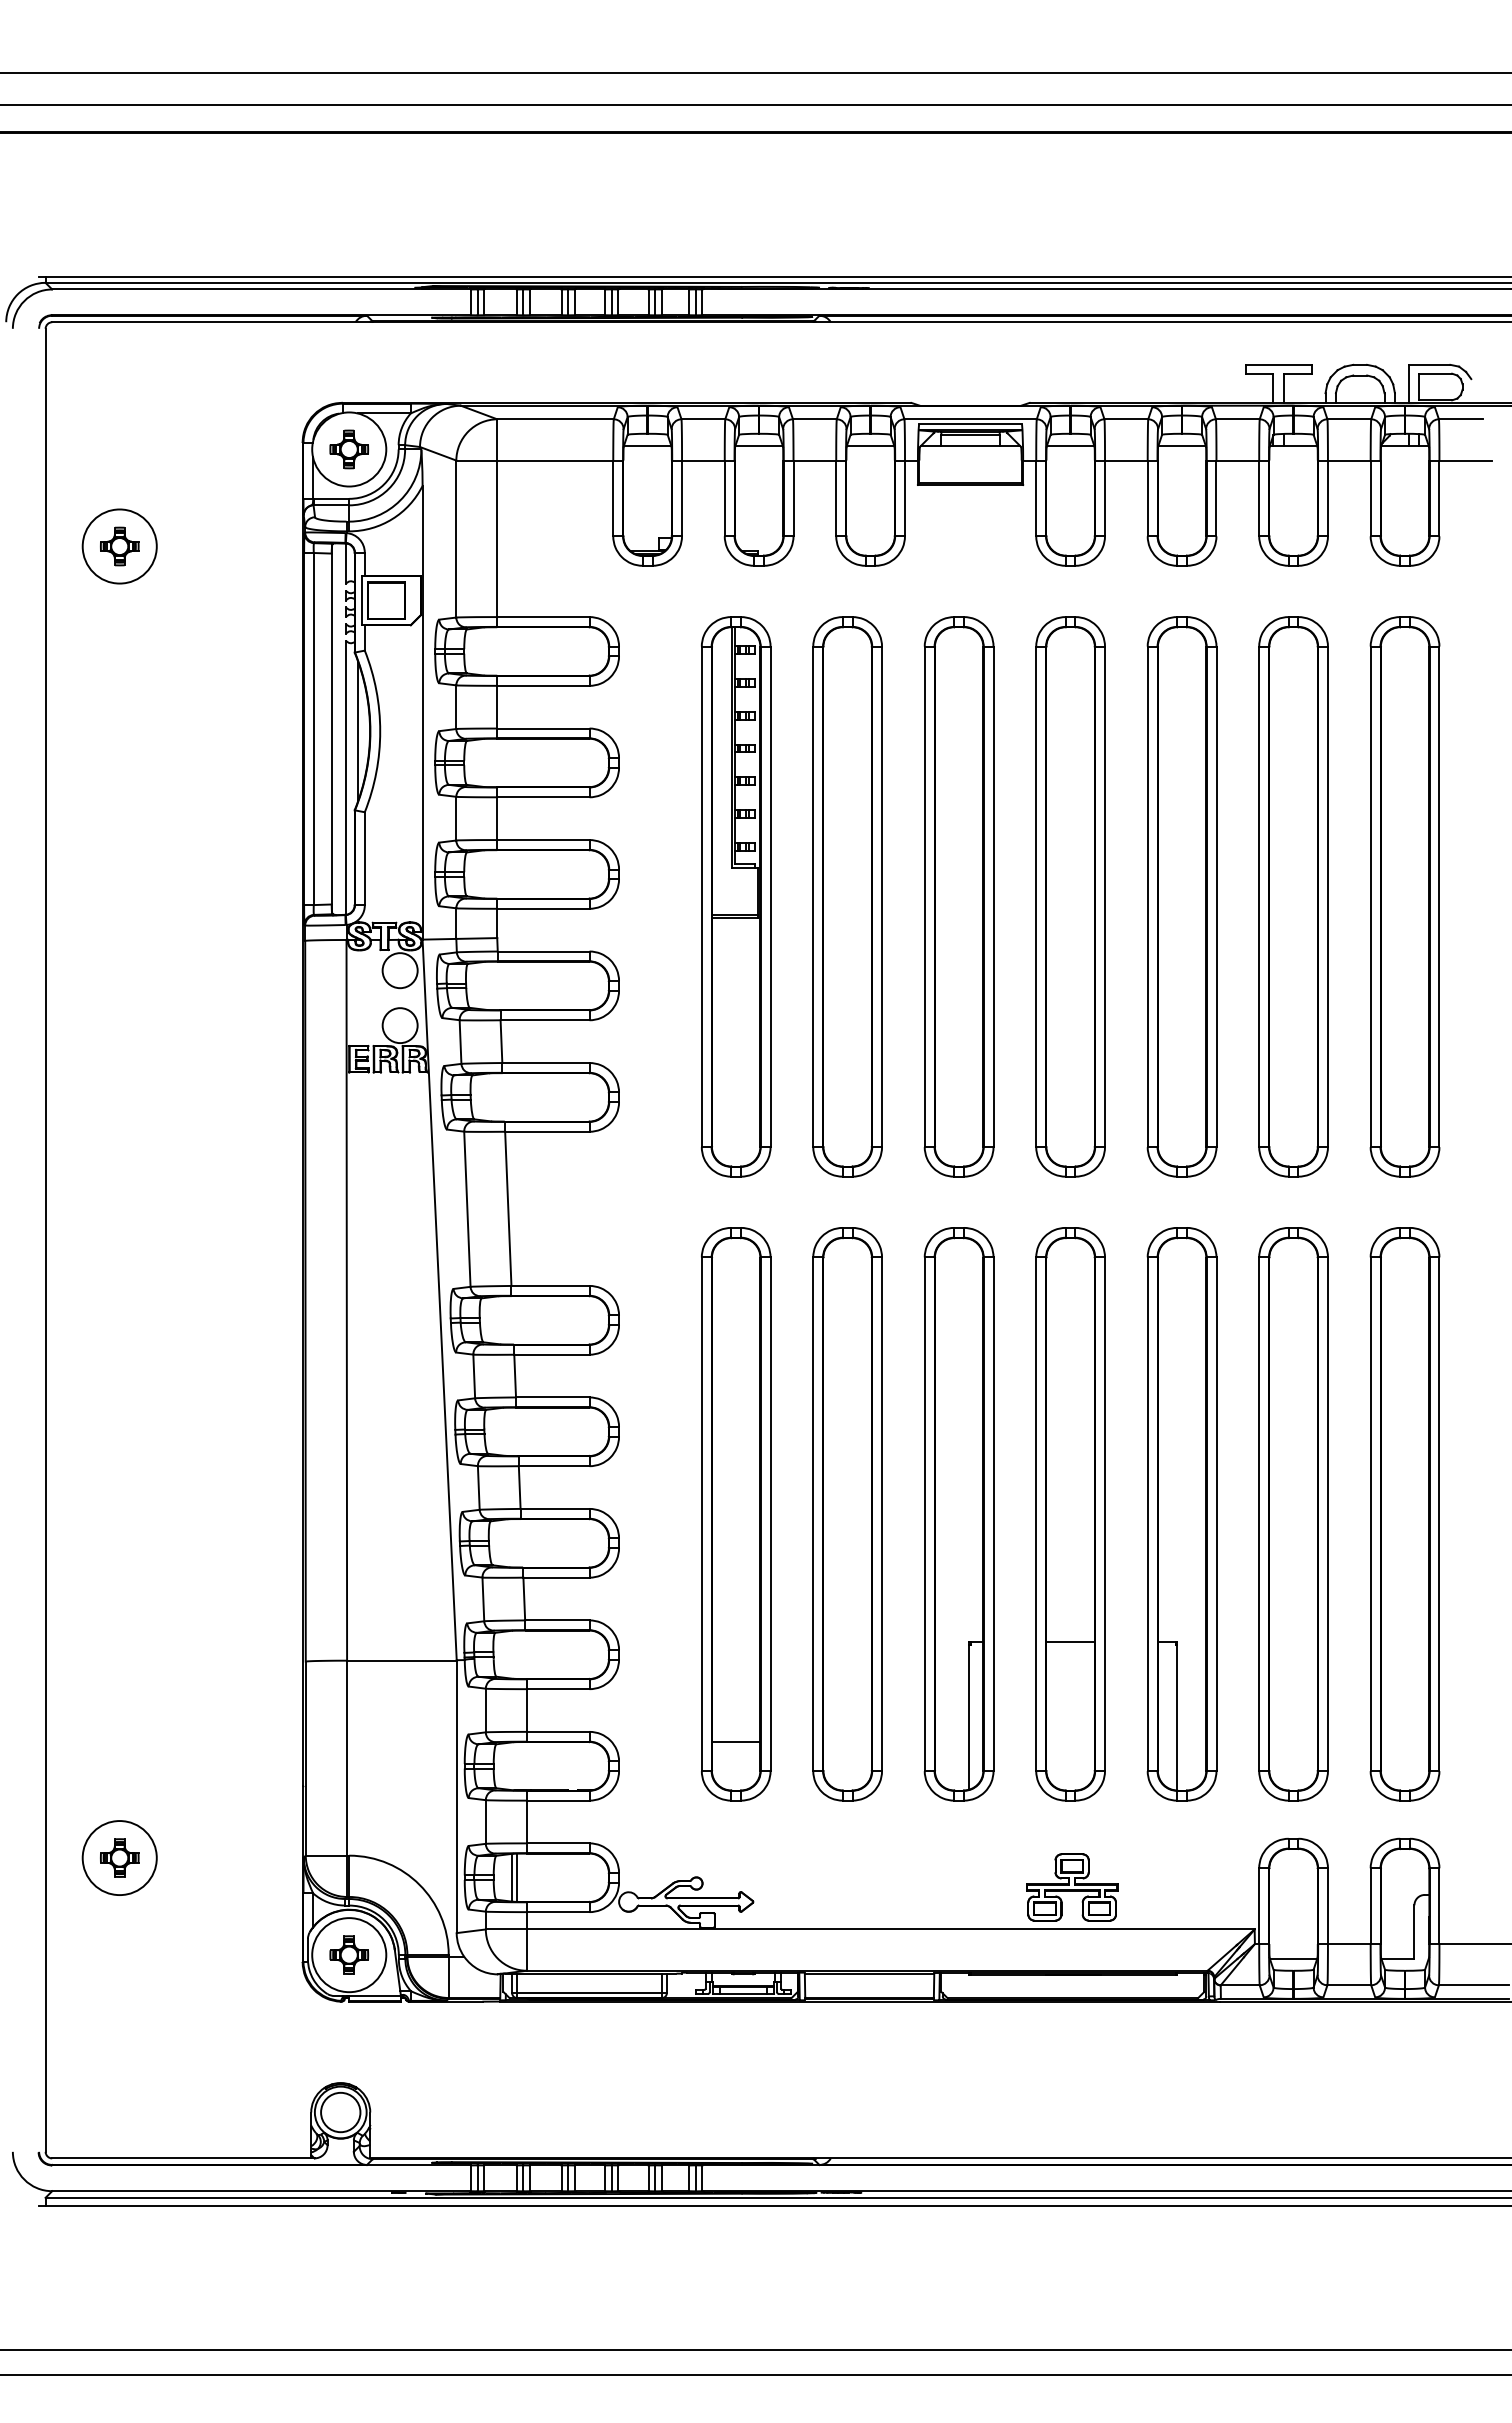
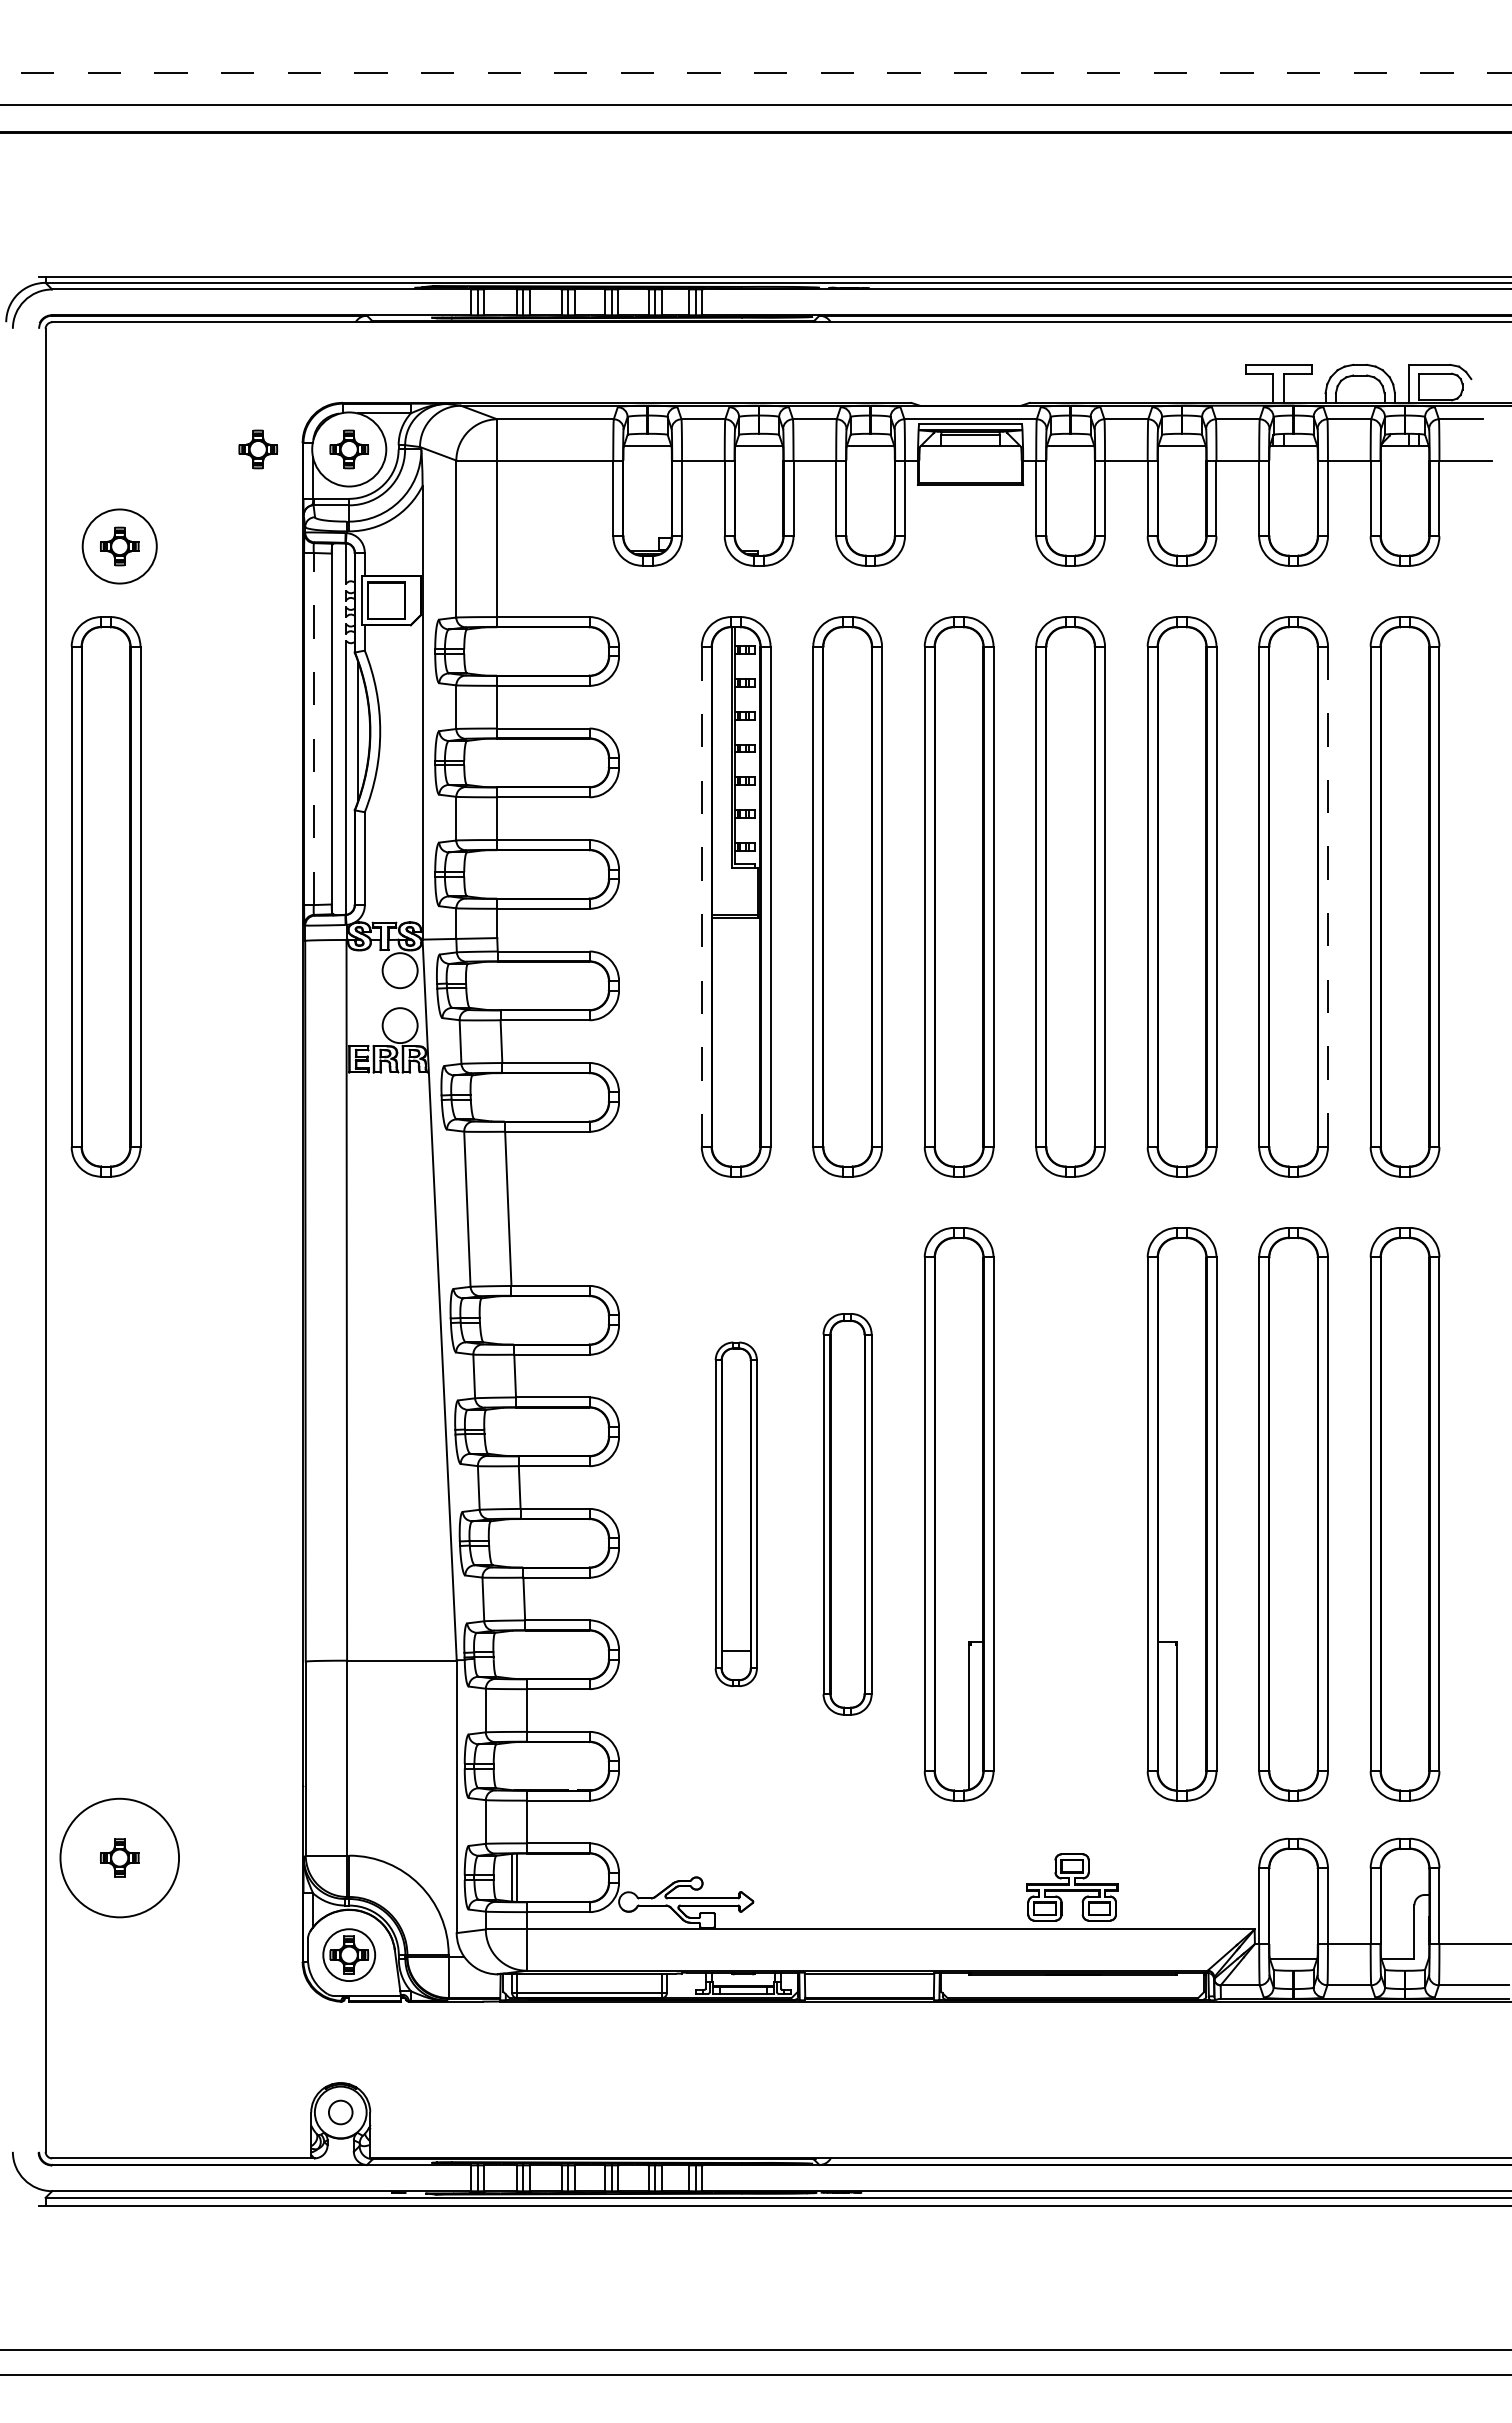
line at (756, 72): solid -> dashed
part at (258, 449): none -> present
line at (313, 728): solid -> dashed
part at (105, 896): none -> present
line at (701, 896): solid -> dashed
line at (1327, 897): solid -> dashed
part at (736, 1514) size: 71x575 px -> 44x346 px
part at (847, 1514) size: 71x575 px -> 51x403 px
part at (1070, 1514): present -> none
circle at (119, 1858) diameter: 74 px -> 119 px
circle at (349, 1955) diameter: 74 px -> 52 px
circle at (340, 2112) diameter: 39 px -> 24 px
